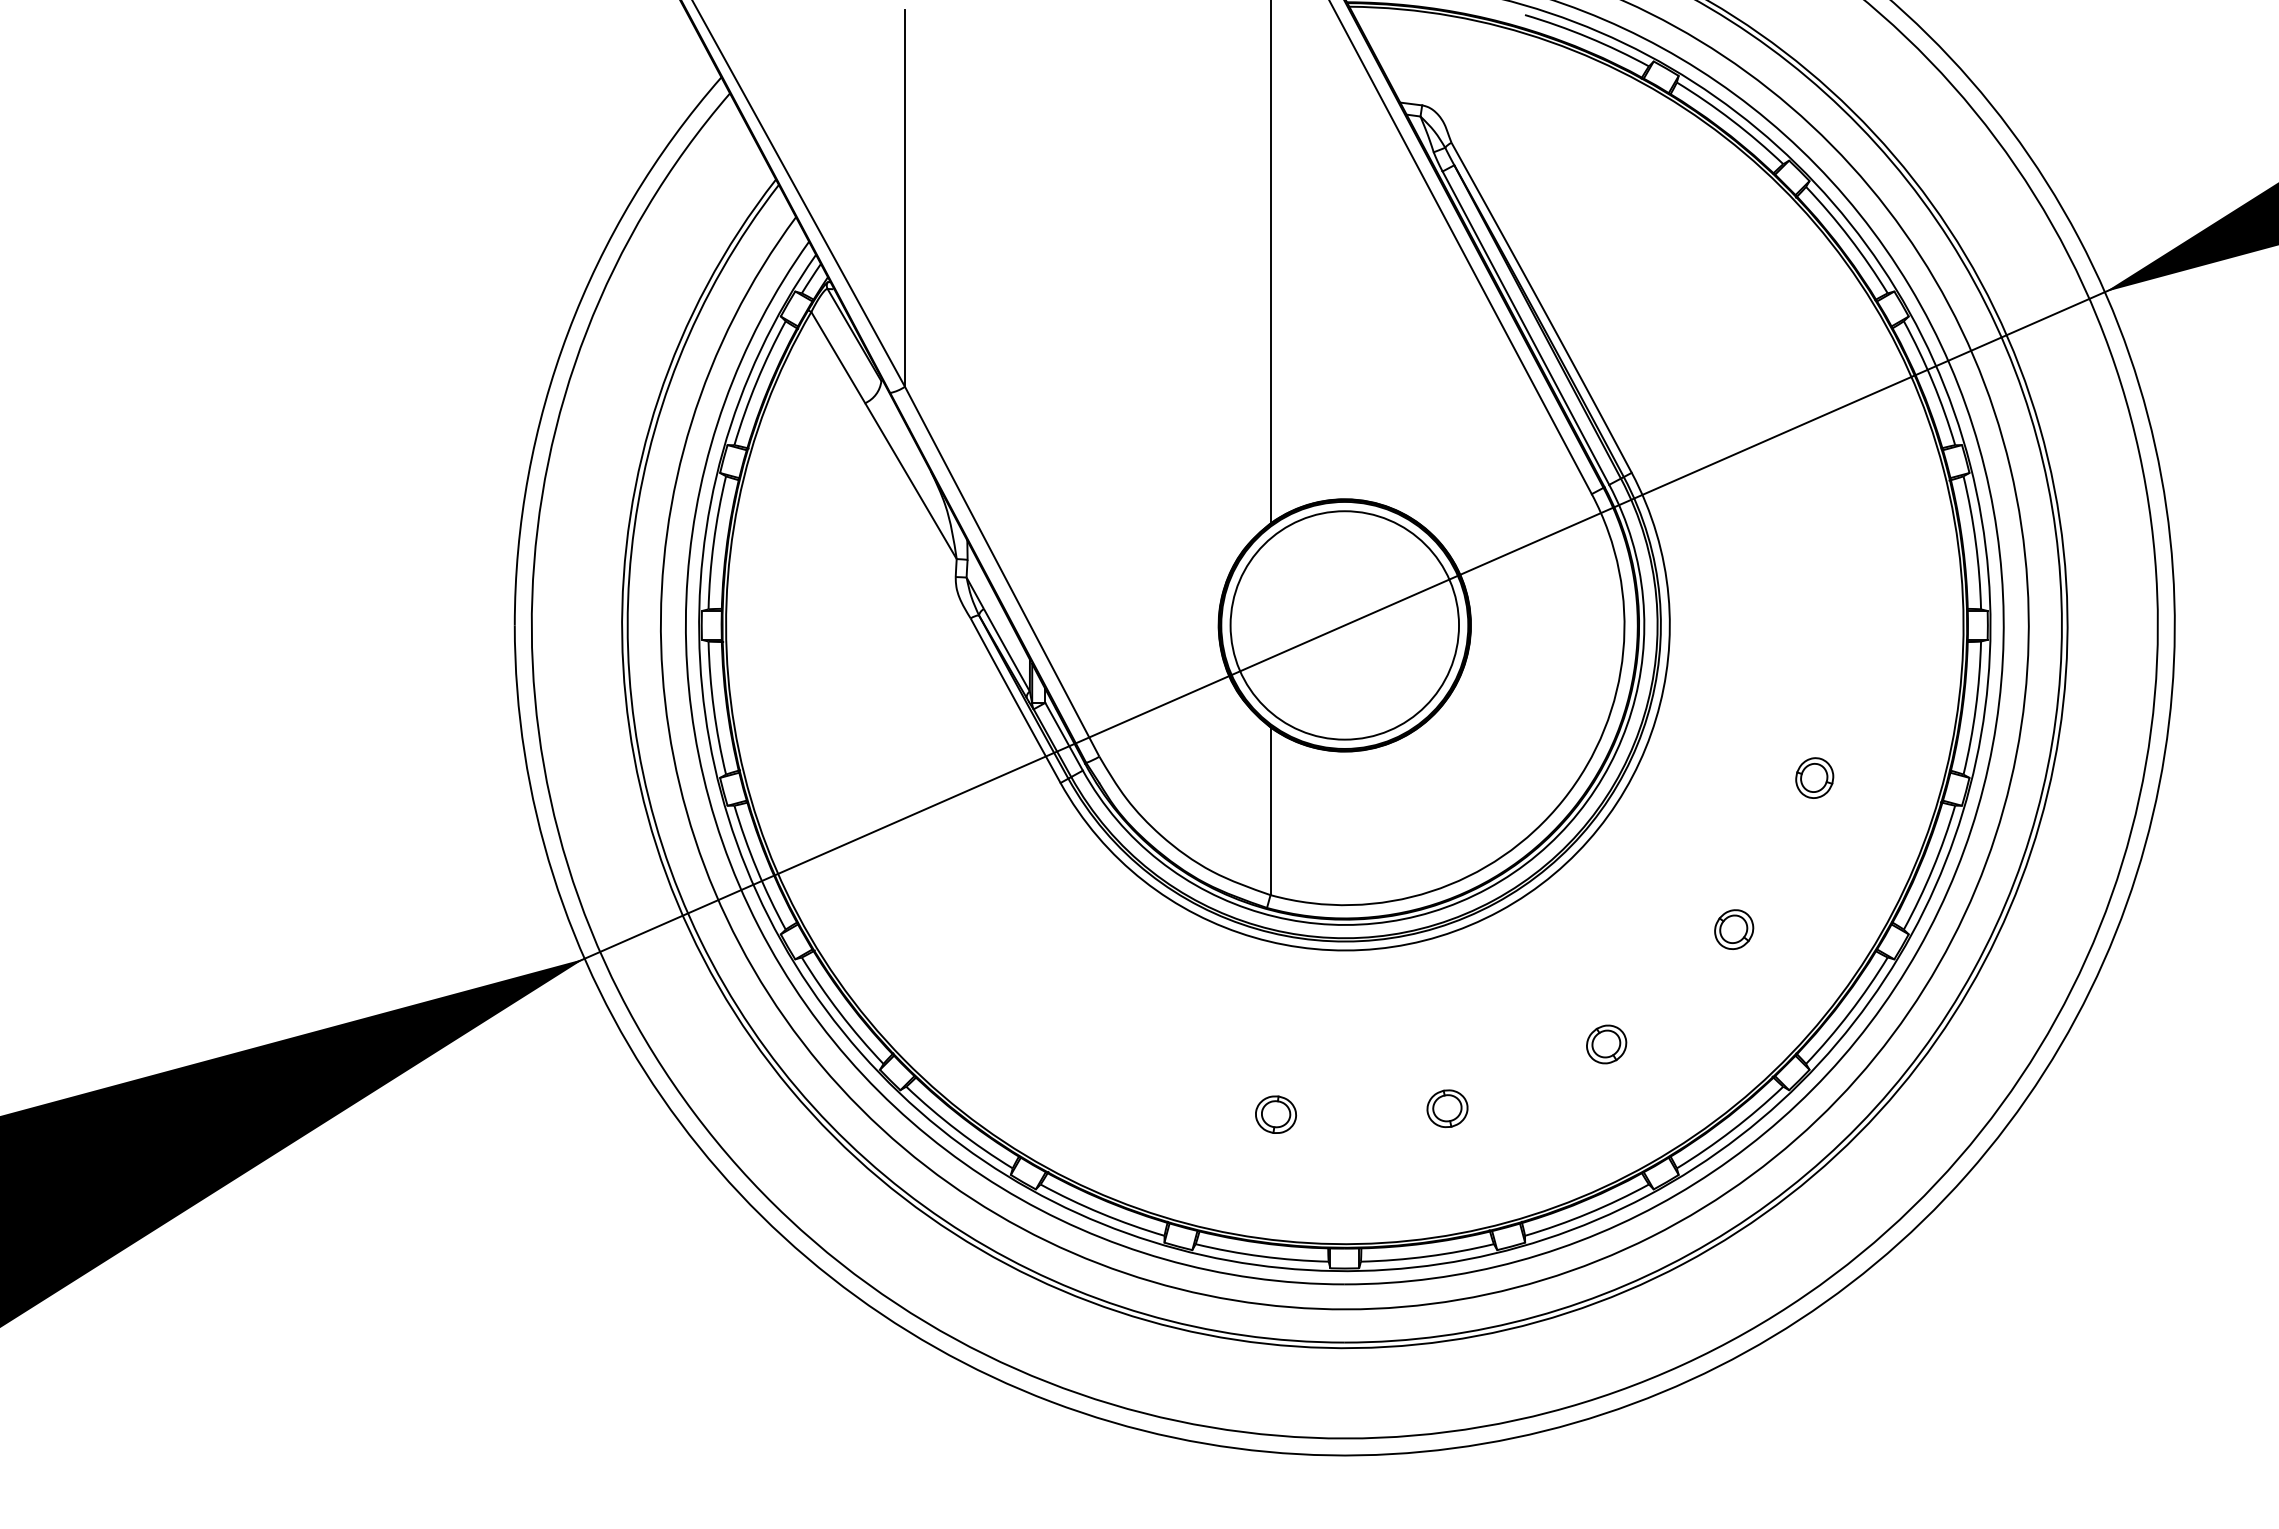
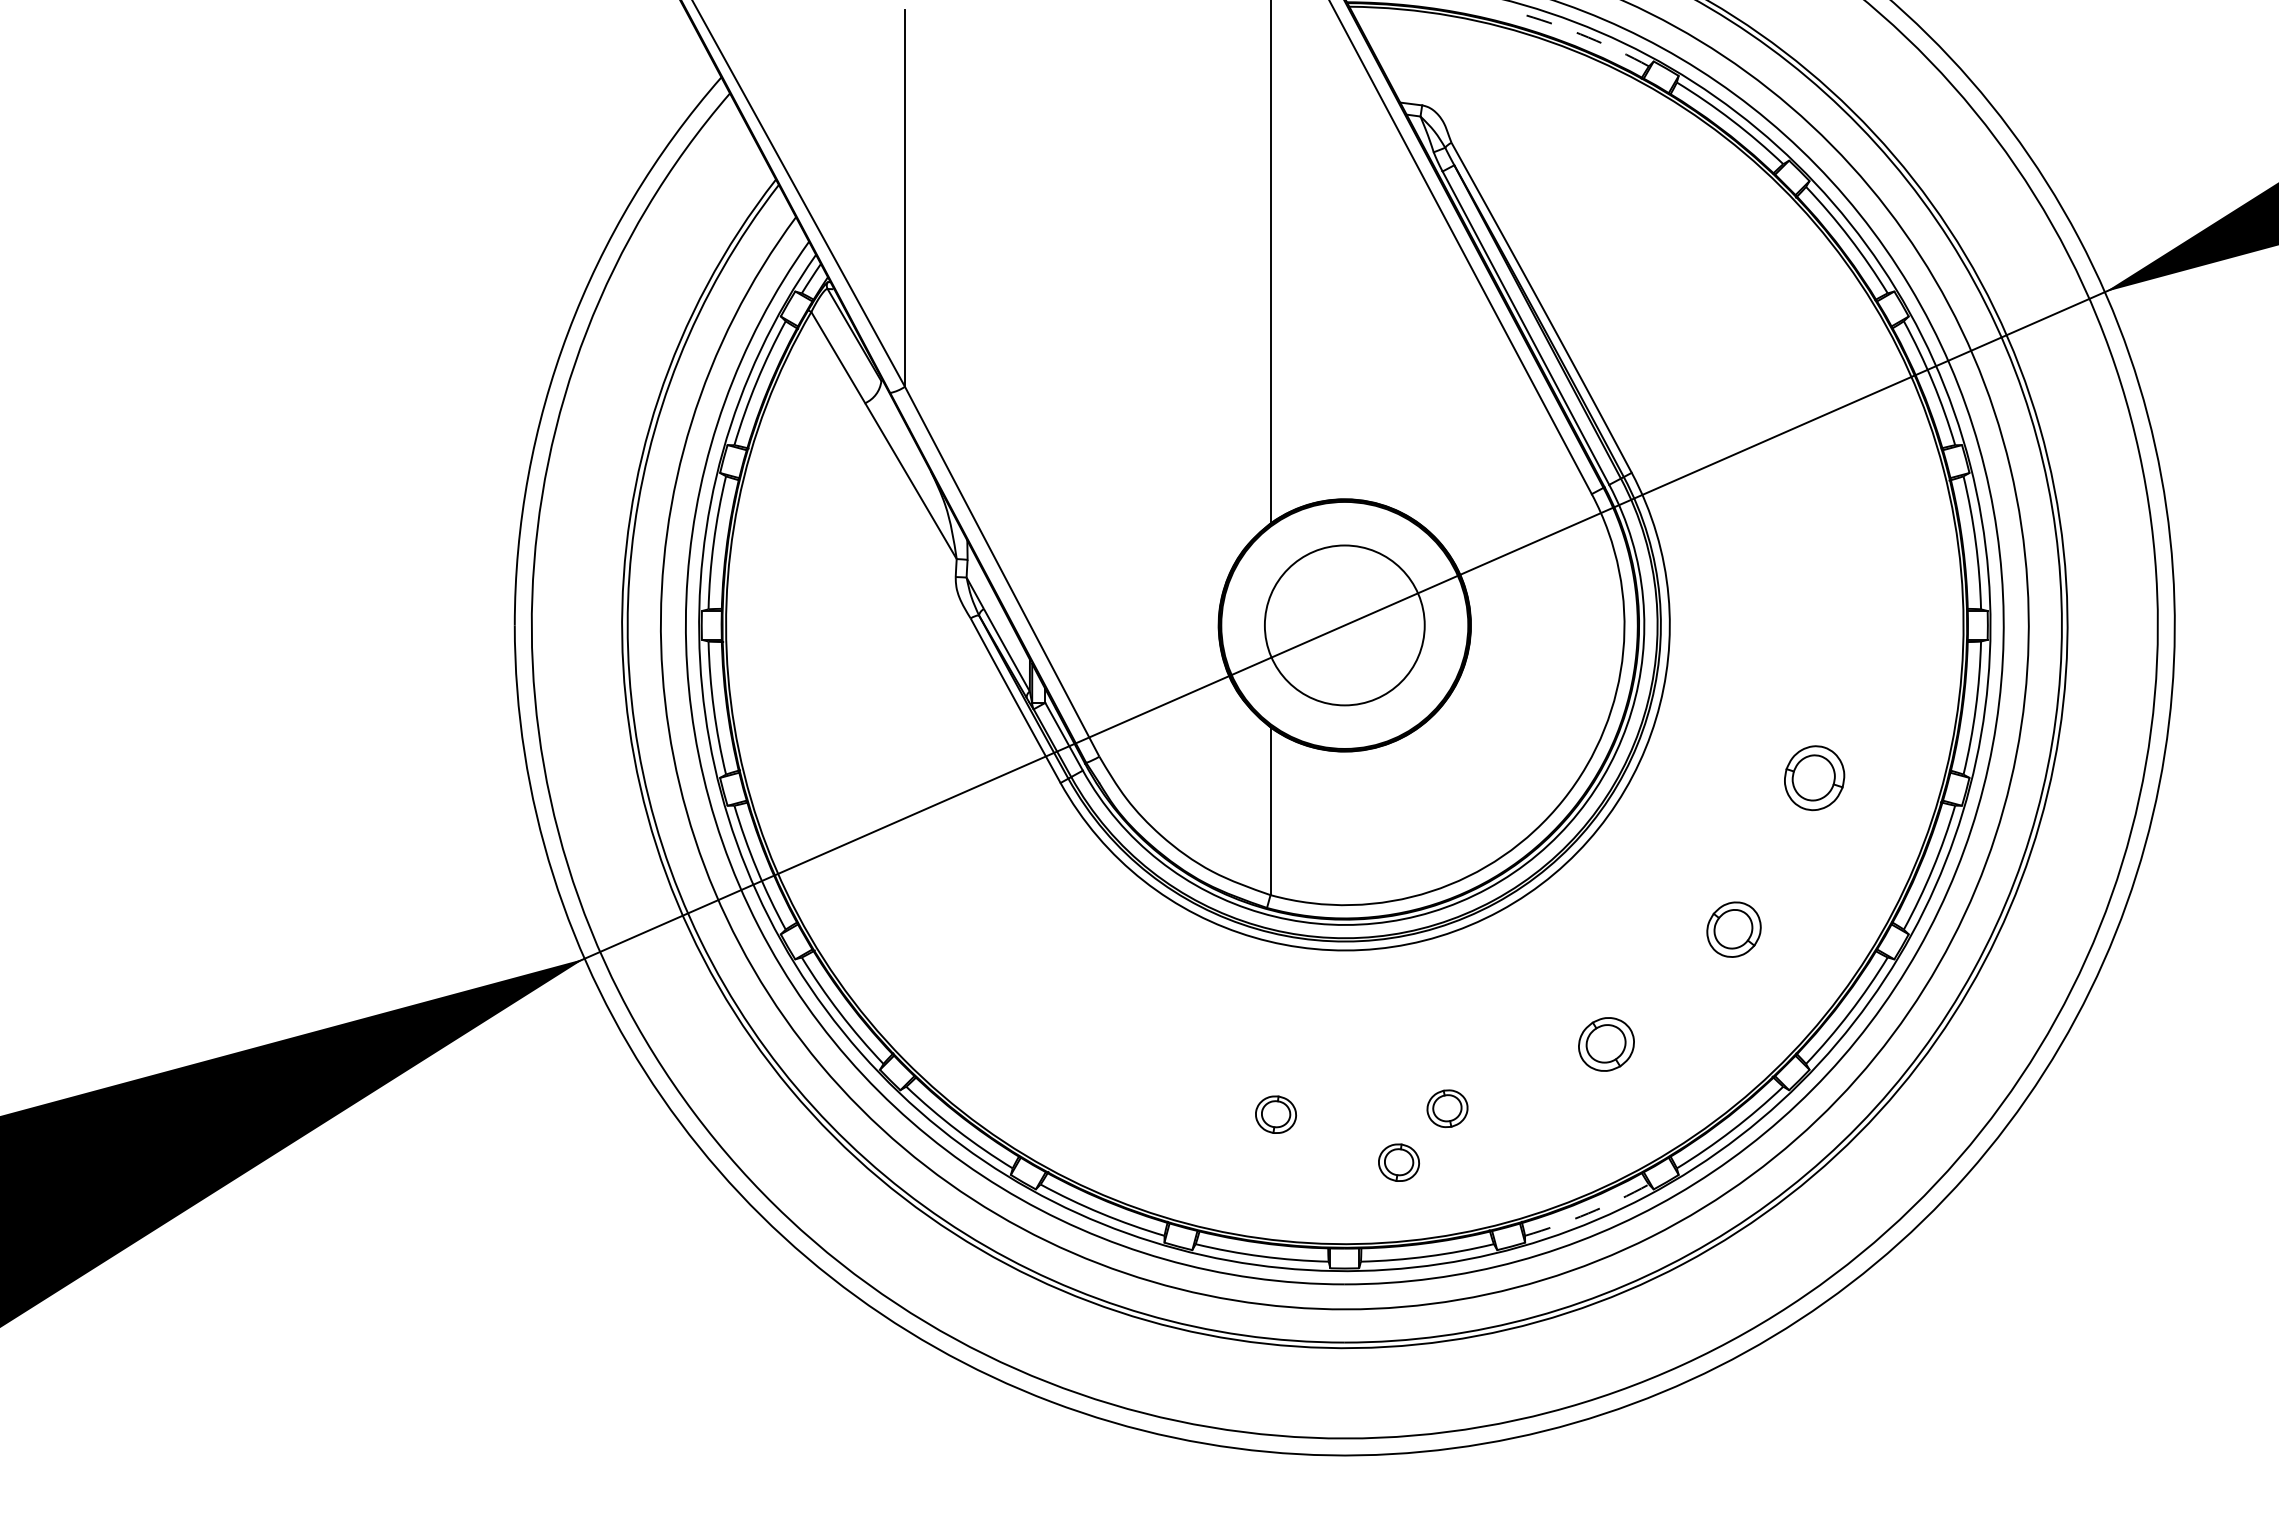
arc at (1588, 37): solid -> dashed
circle at (1344, 625) diameter: 228 px -> 160 px
part at (1814, 777) size: 40x42 px -> 62x67 px
part at (1734, 929) size: 41x41 px -> 56x57 px
part at (1606, 1044) size: 42x41 px -> 57x55 px
part at (1398, 1162): none -> present
arc at (1588, 1213): solid -> dashed
